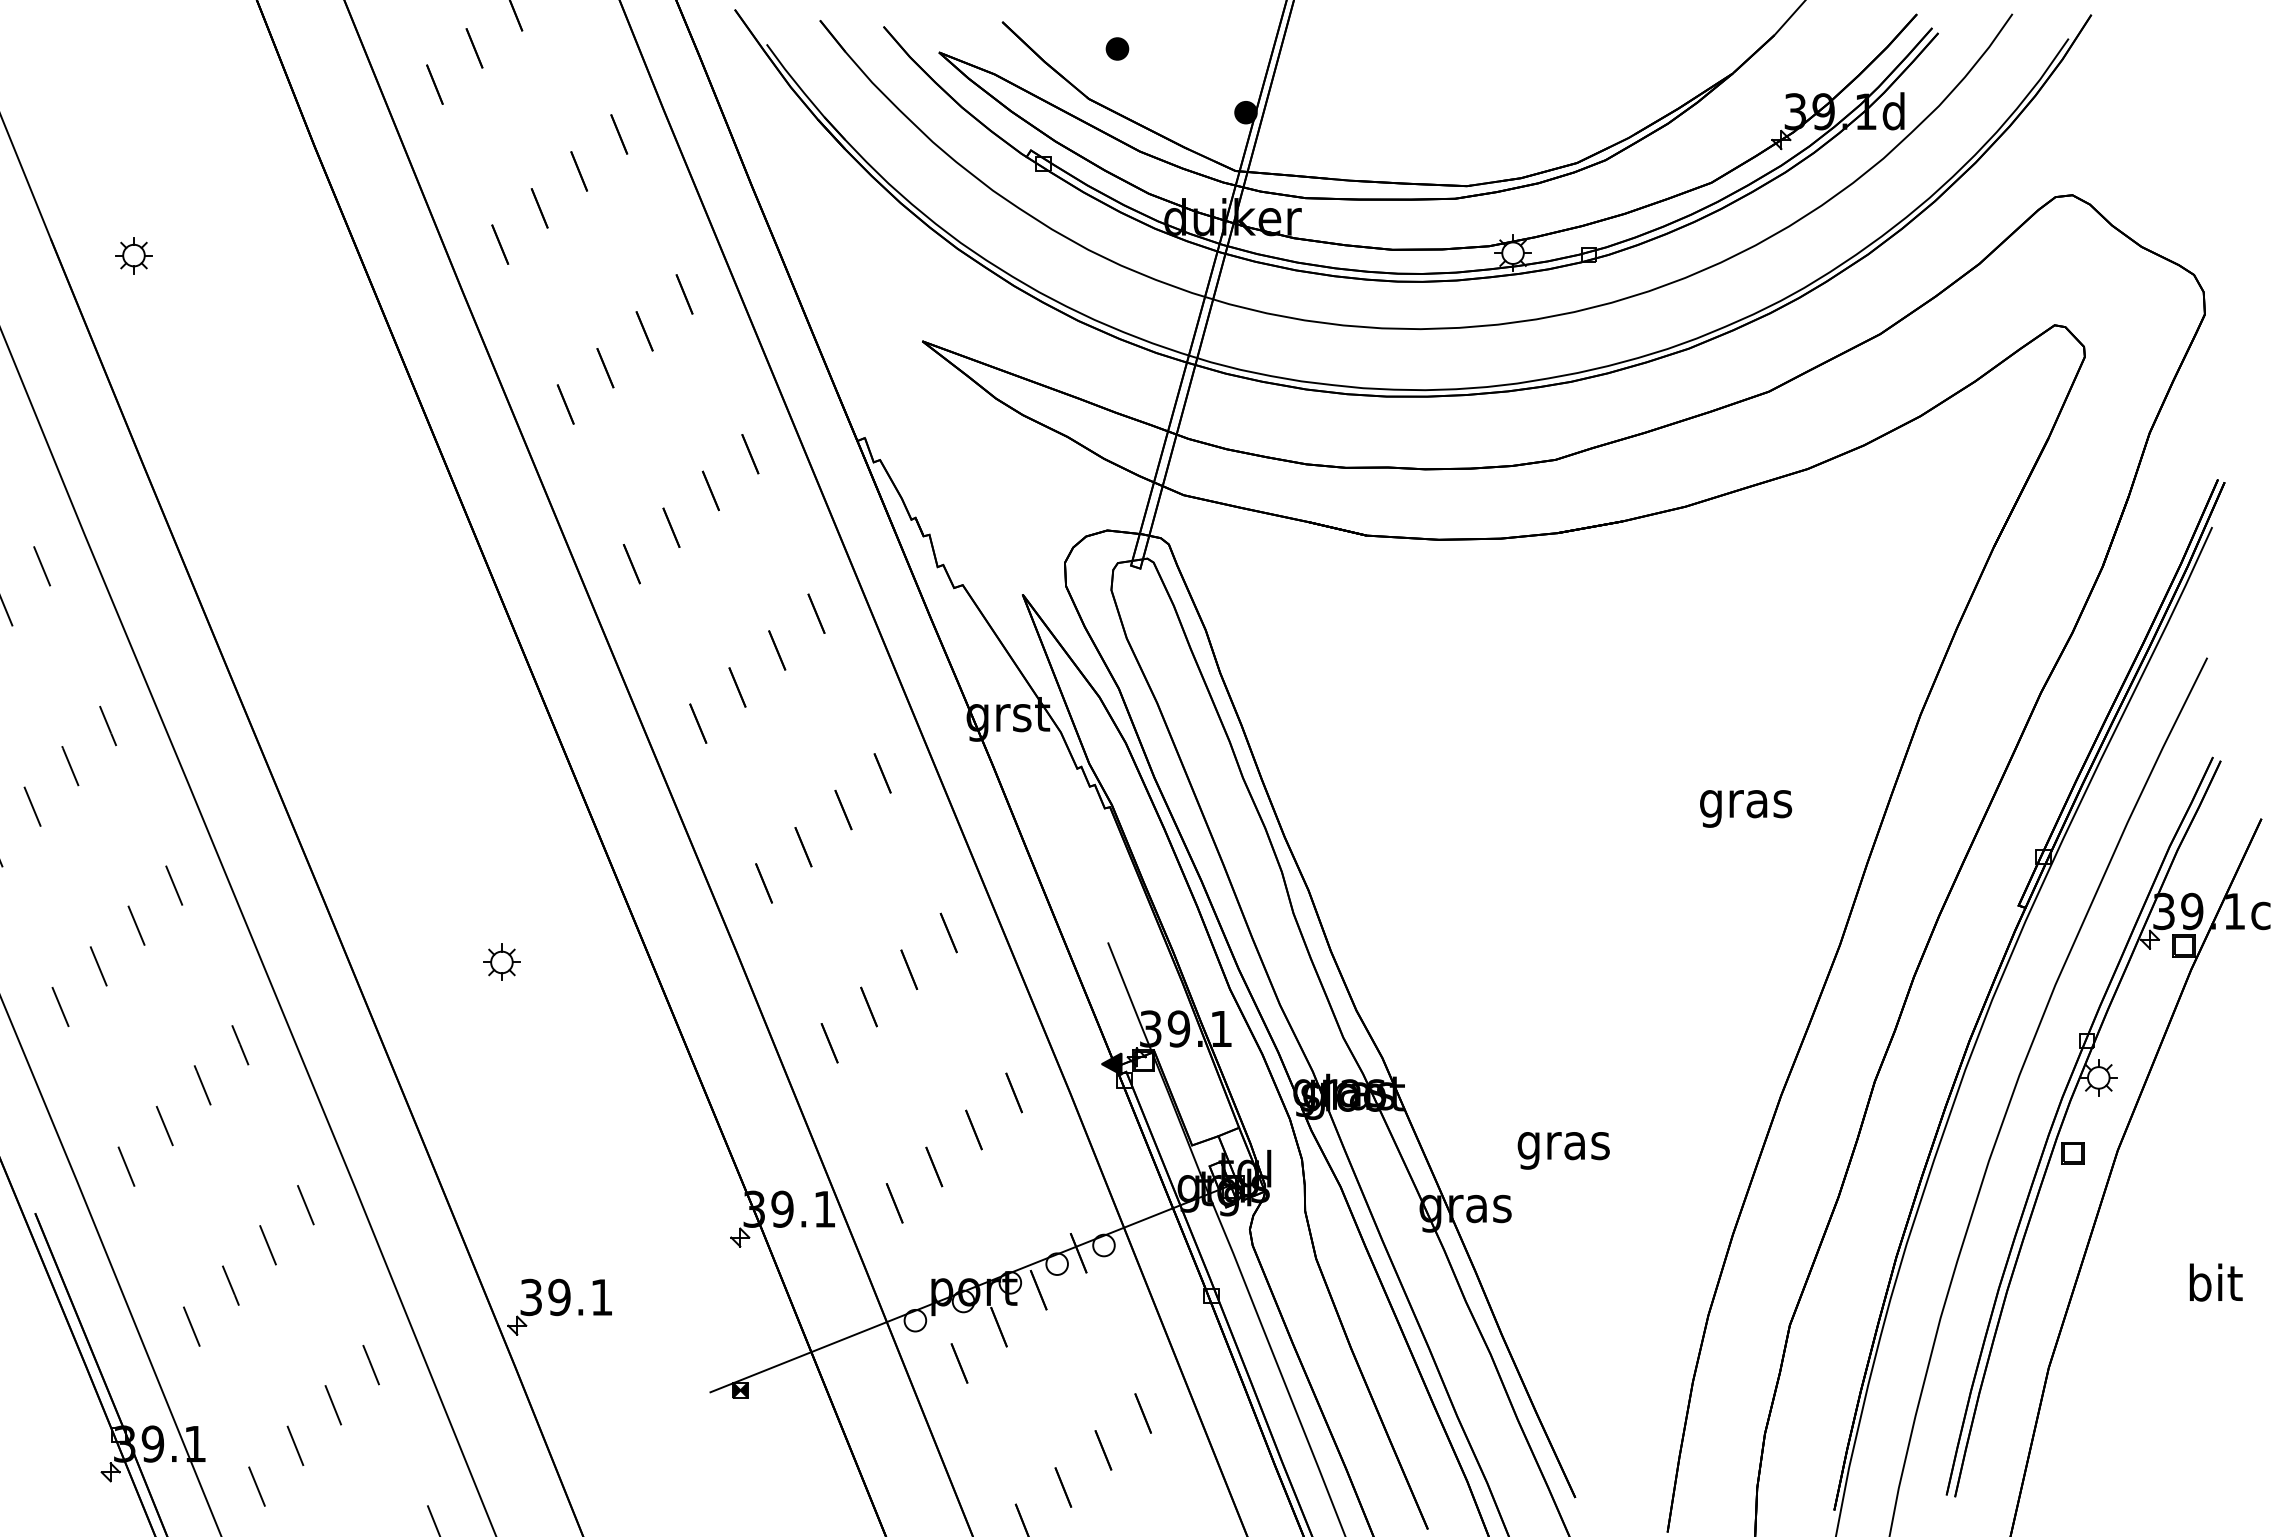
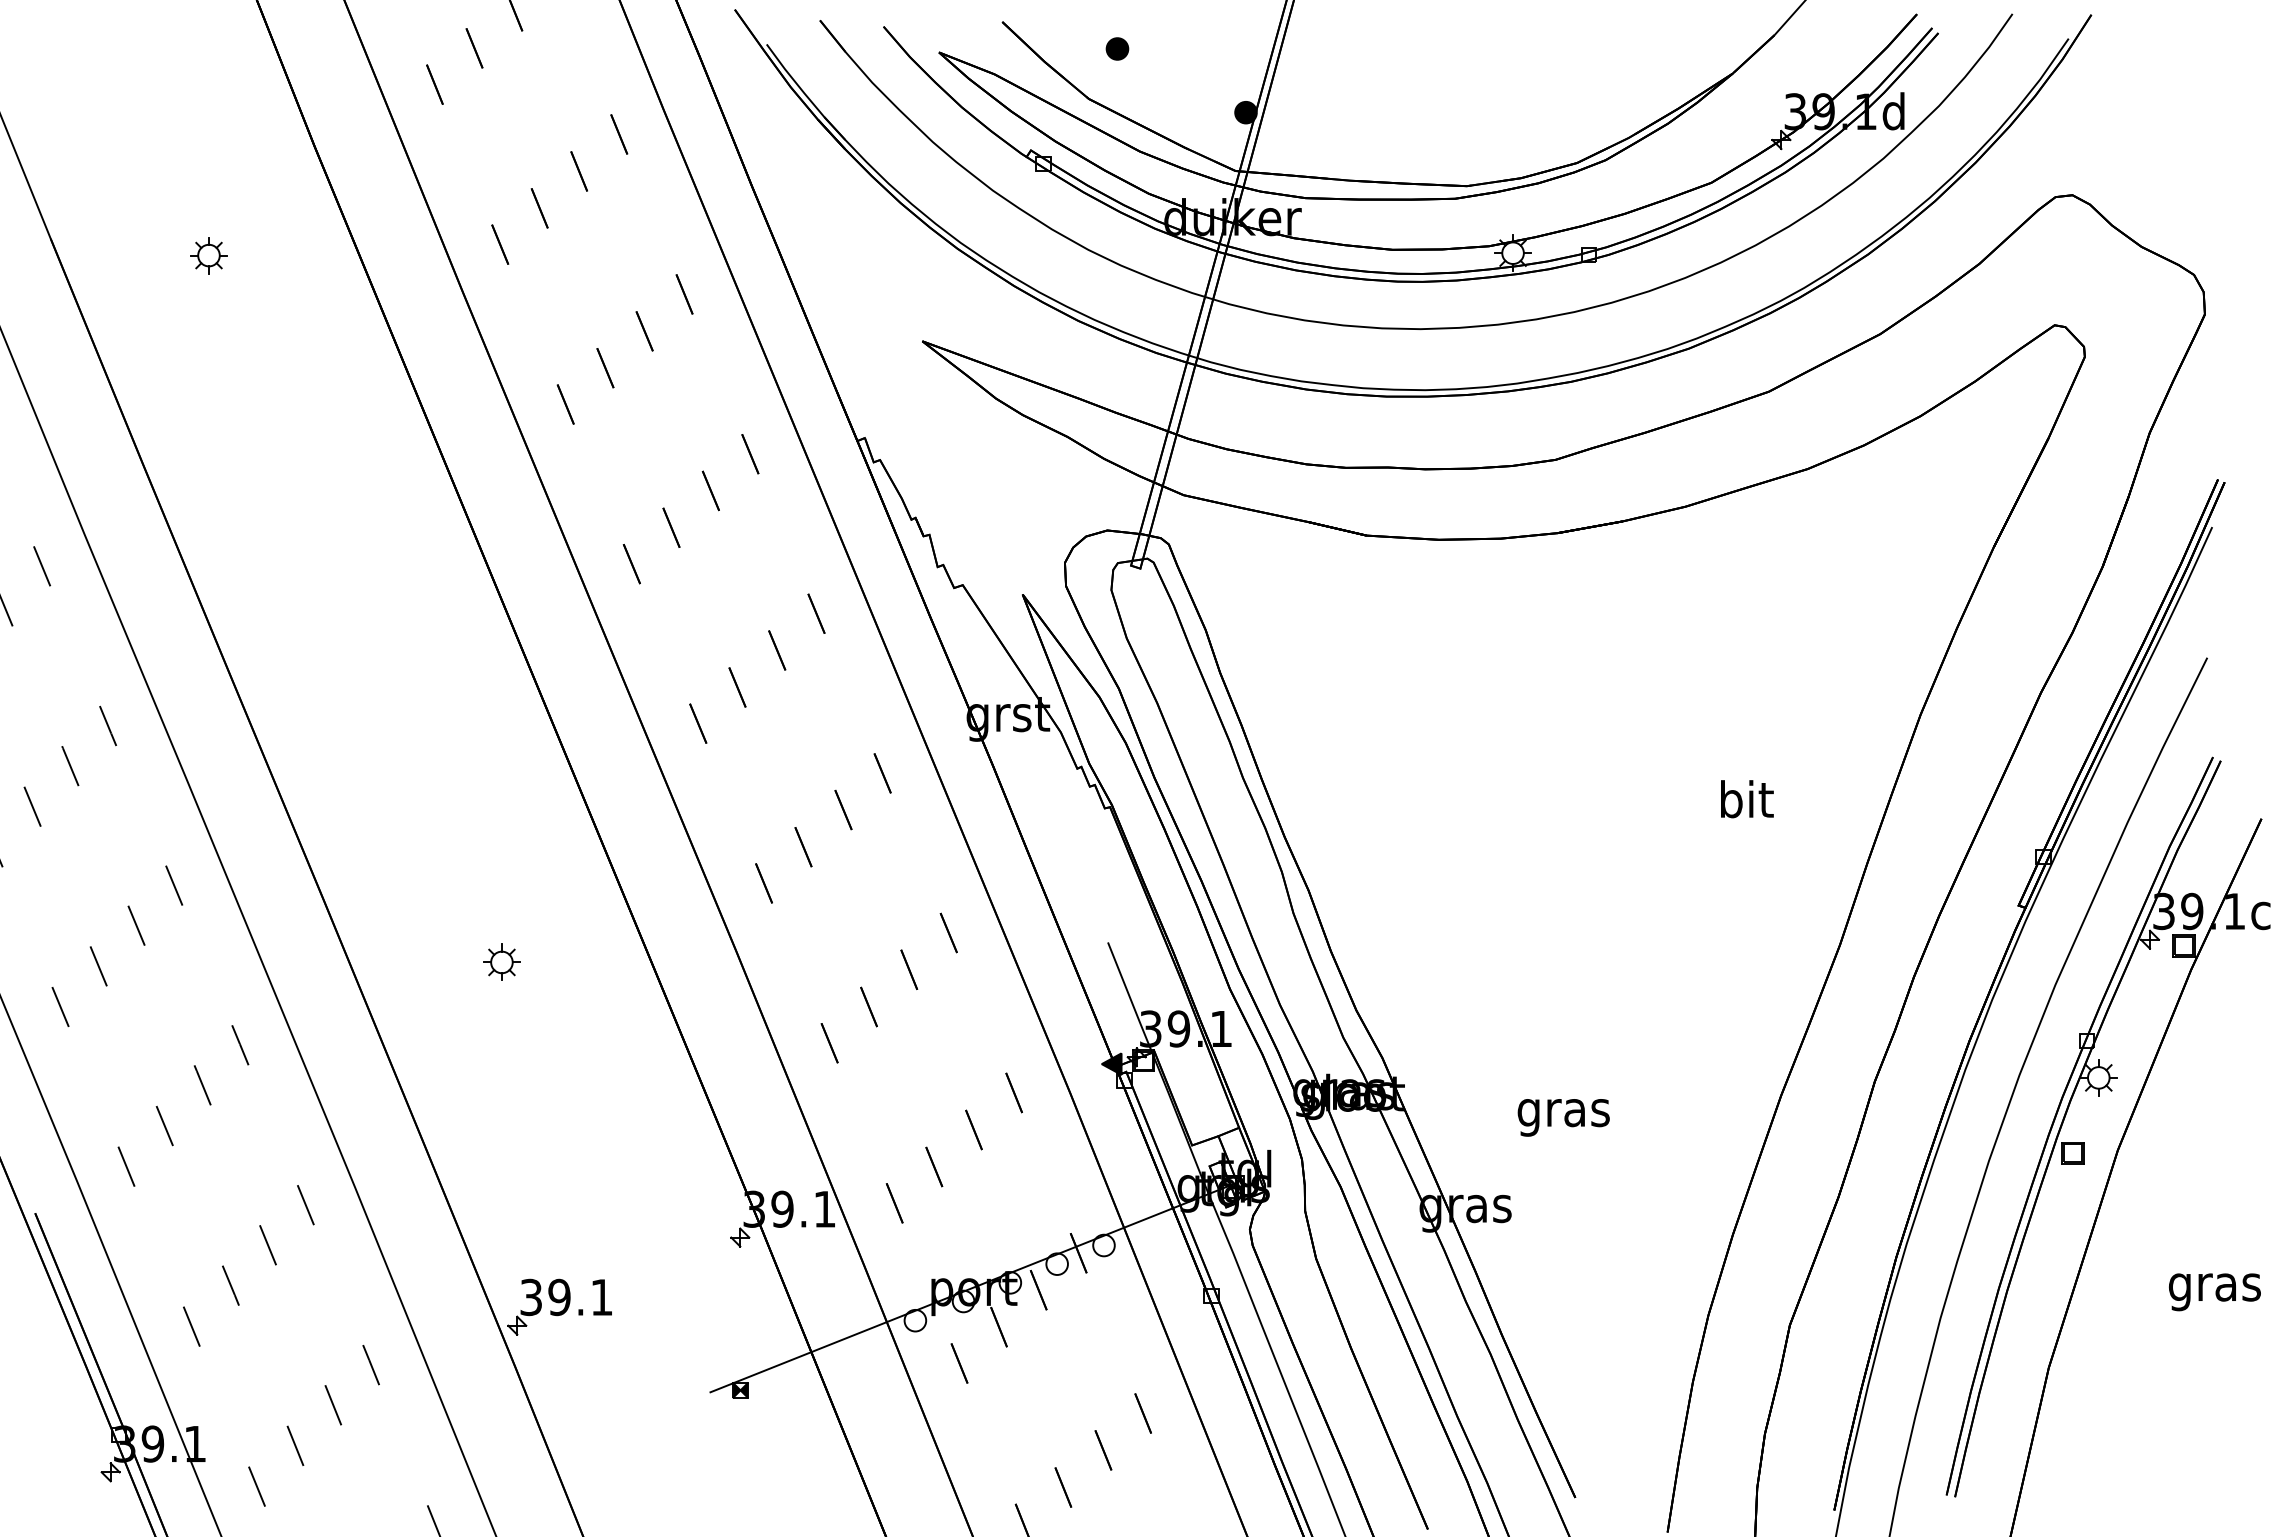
part at (133, 255) position: (133, 255) -> (208, 255)
text at (1746, 803): gras -> bit
text at (1563, 1150) position: (1563, 1150) -> (1563, 1117)
text at (2214, 1287): bit -> gras
